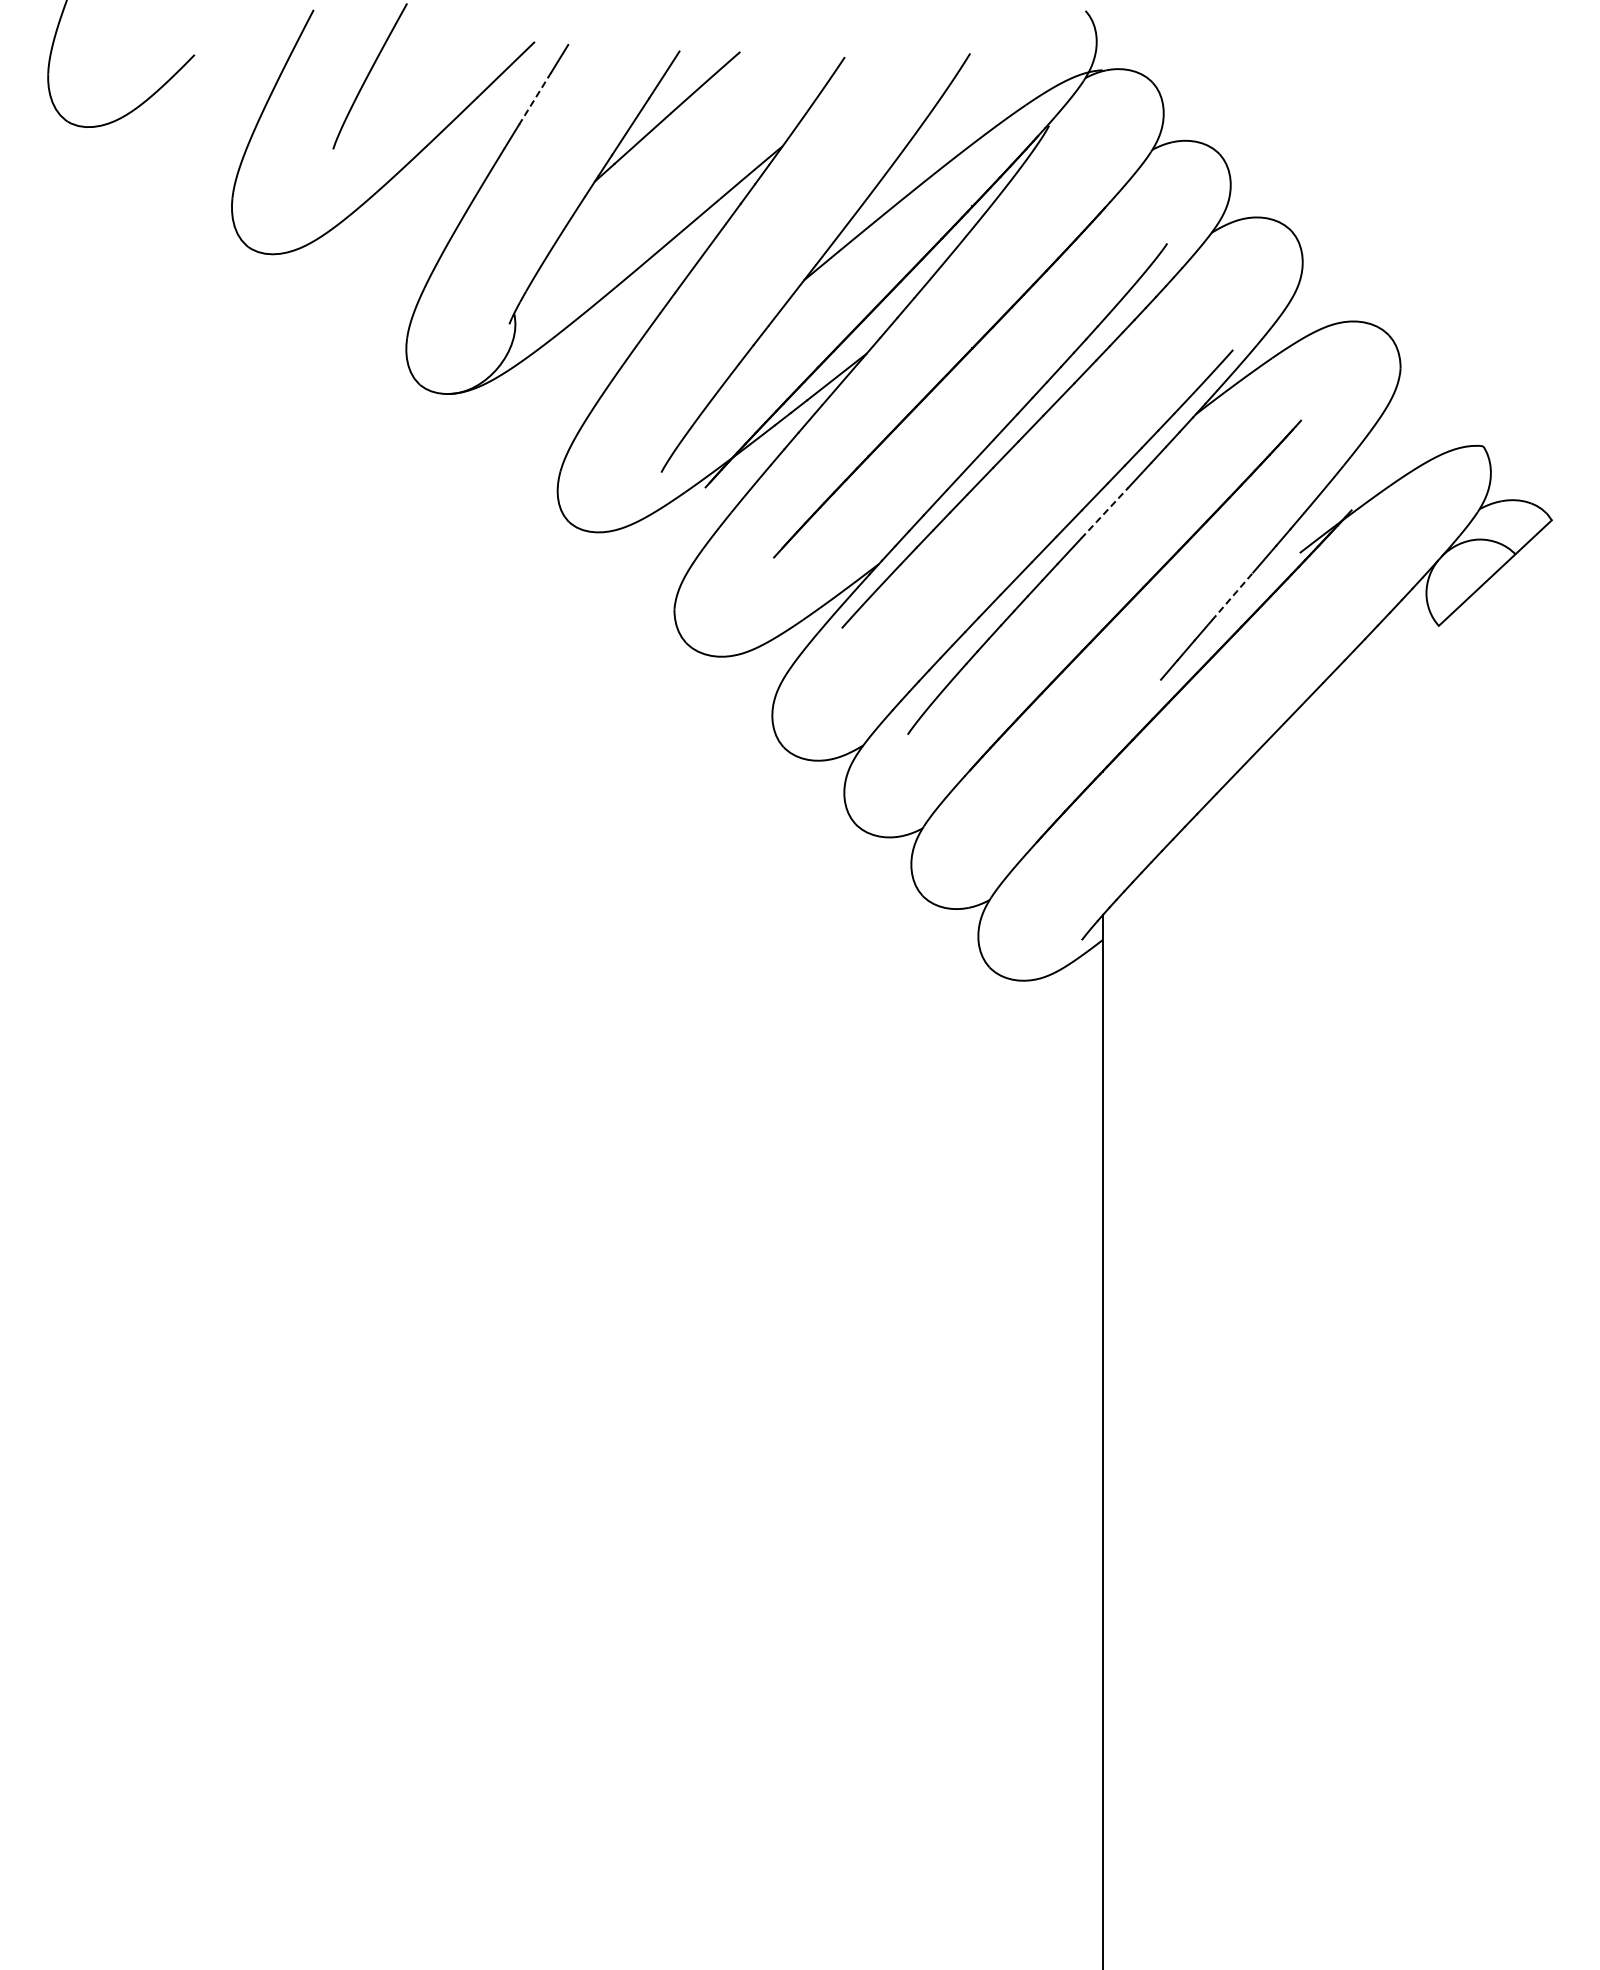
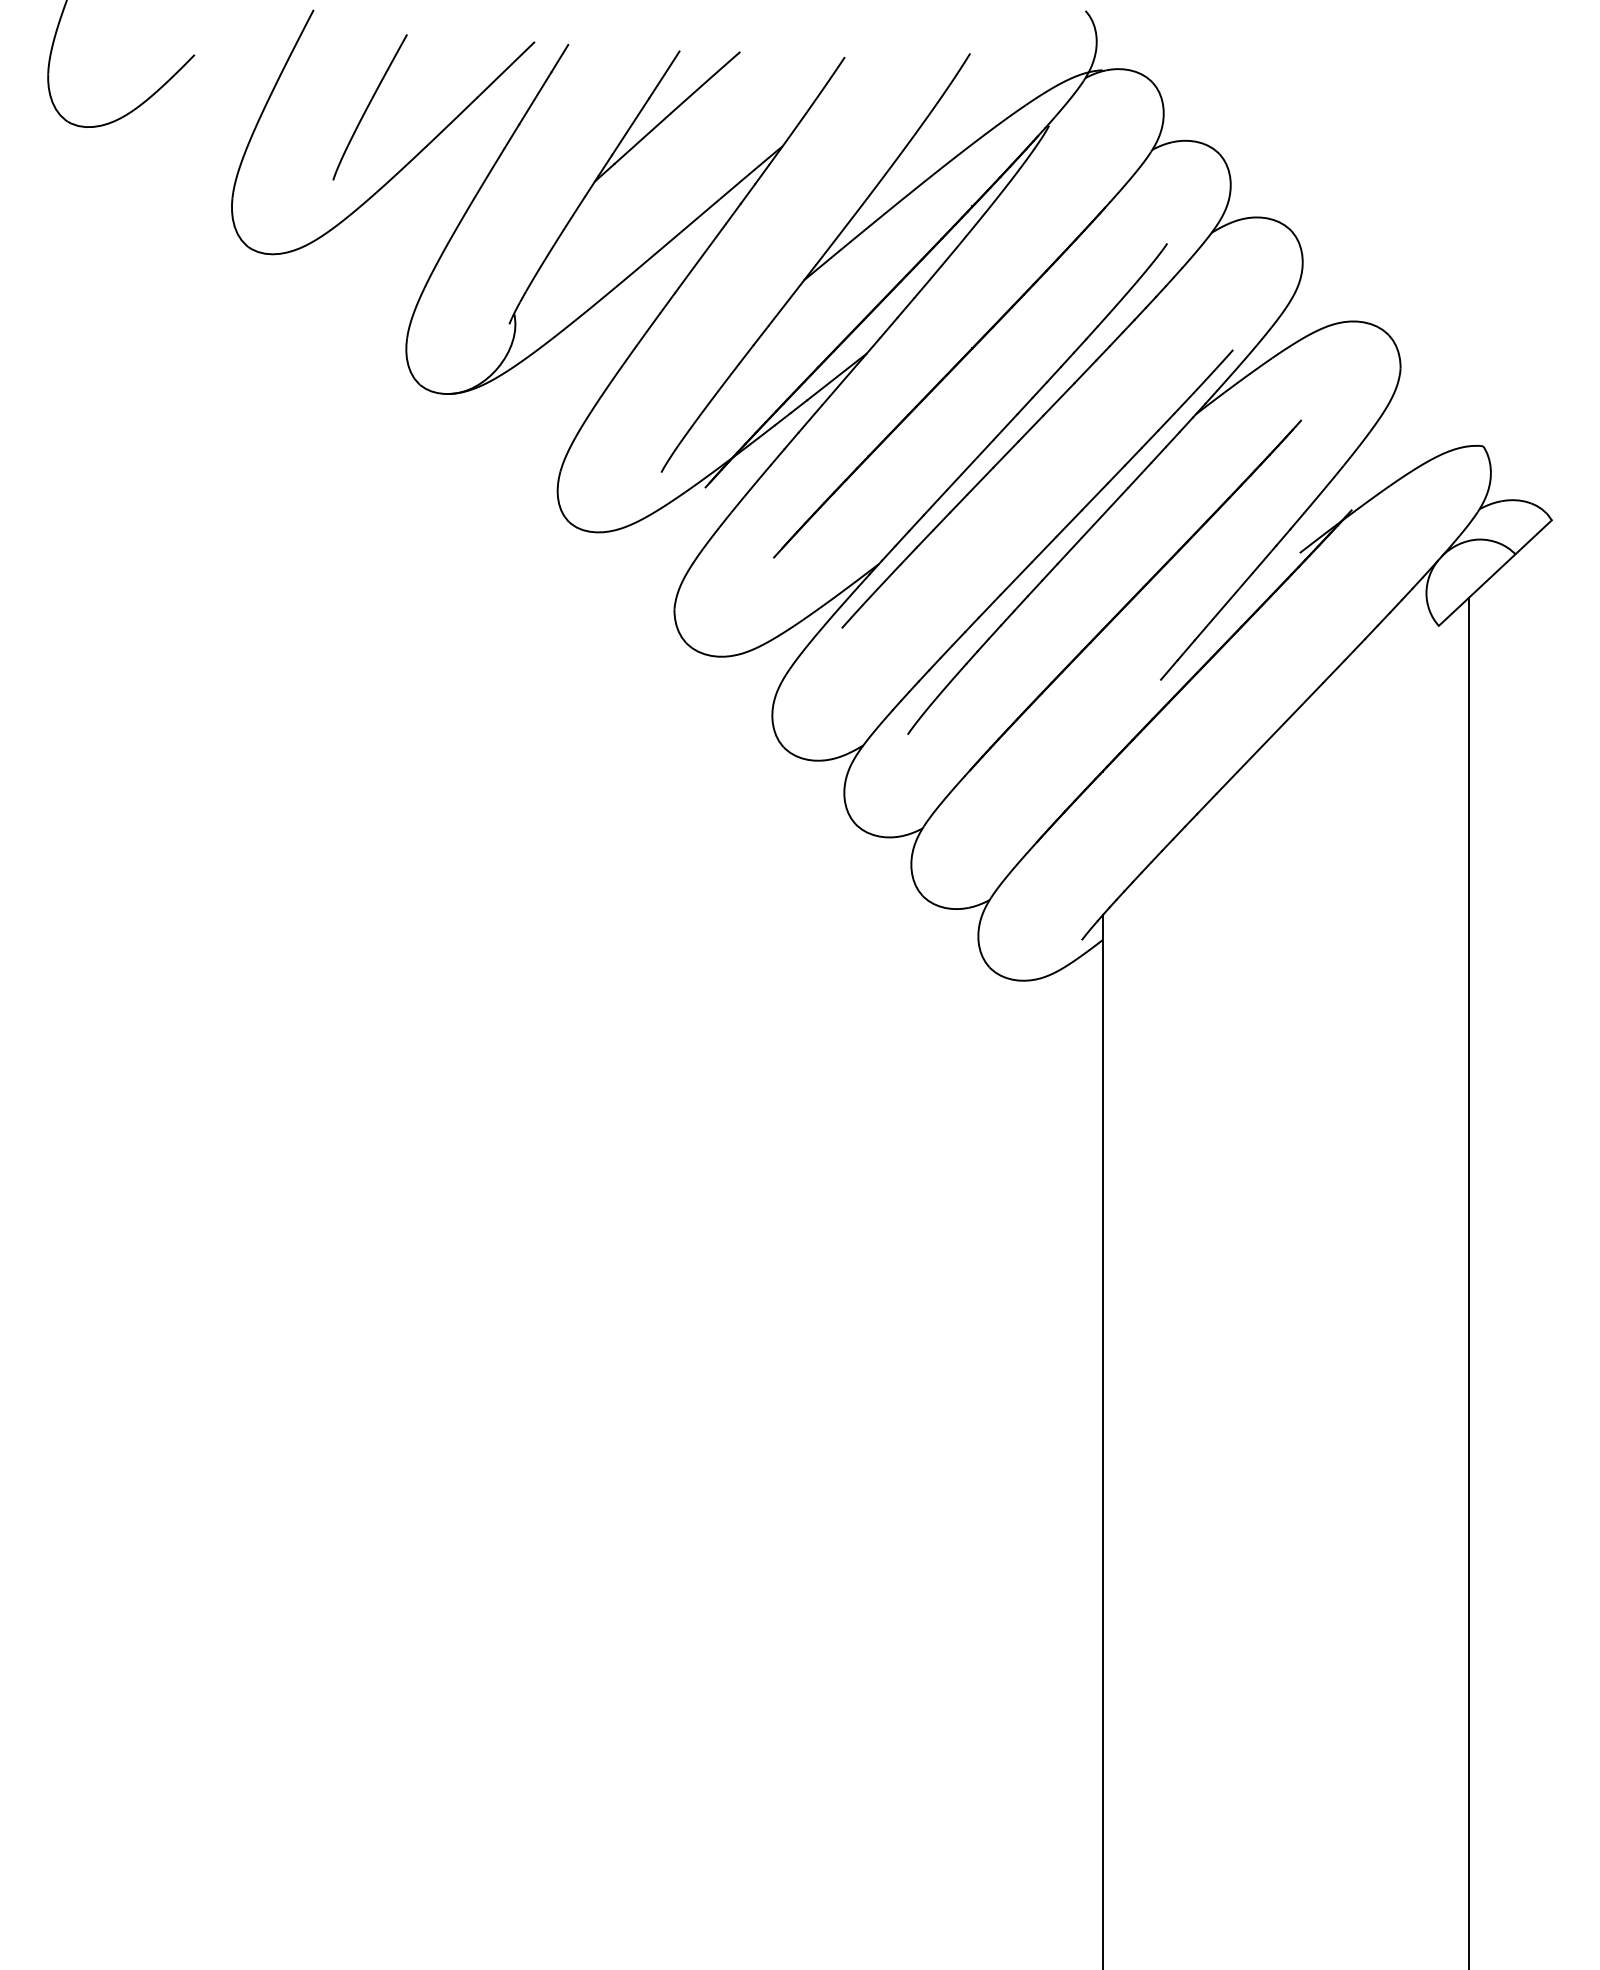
curve at (369, 75) position: (369, 75) -> (369, 106)
line at (535, 98): dashed -> solid
line at (1104, 513): dashed -> solid
line at (1233, 595): dashed -> solid
line at (1468, 1281): none -> present
